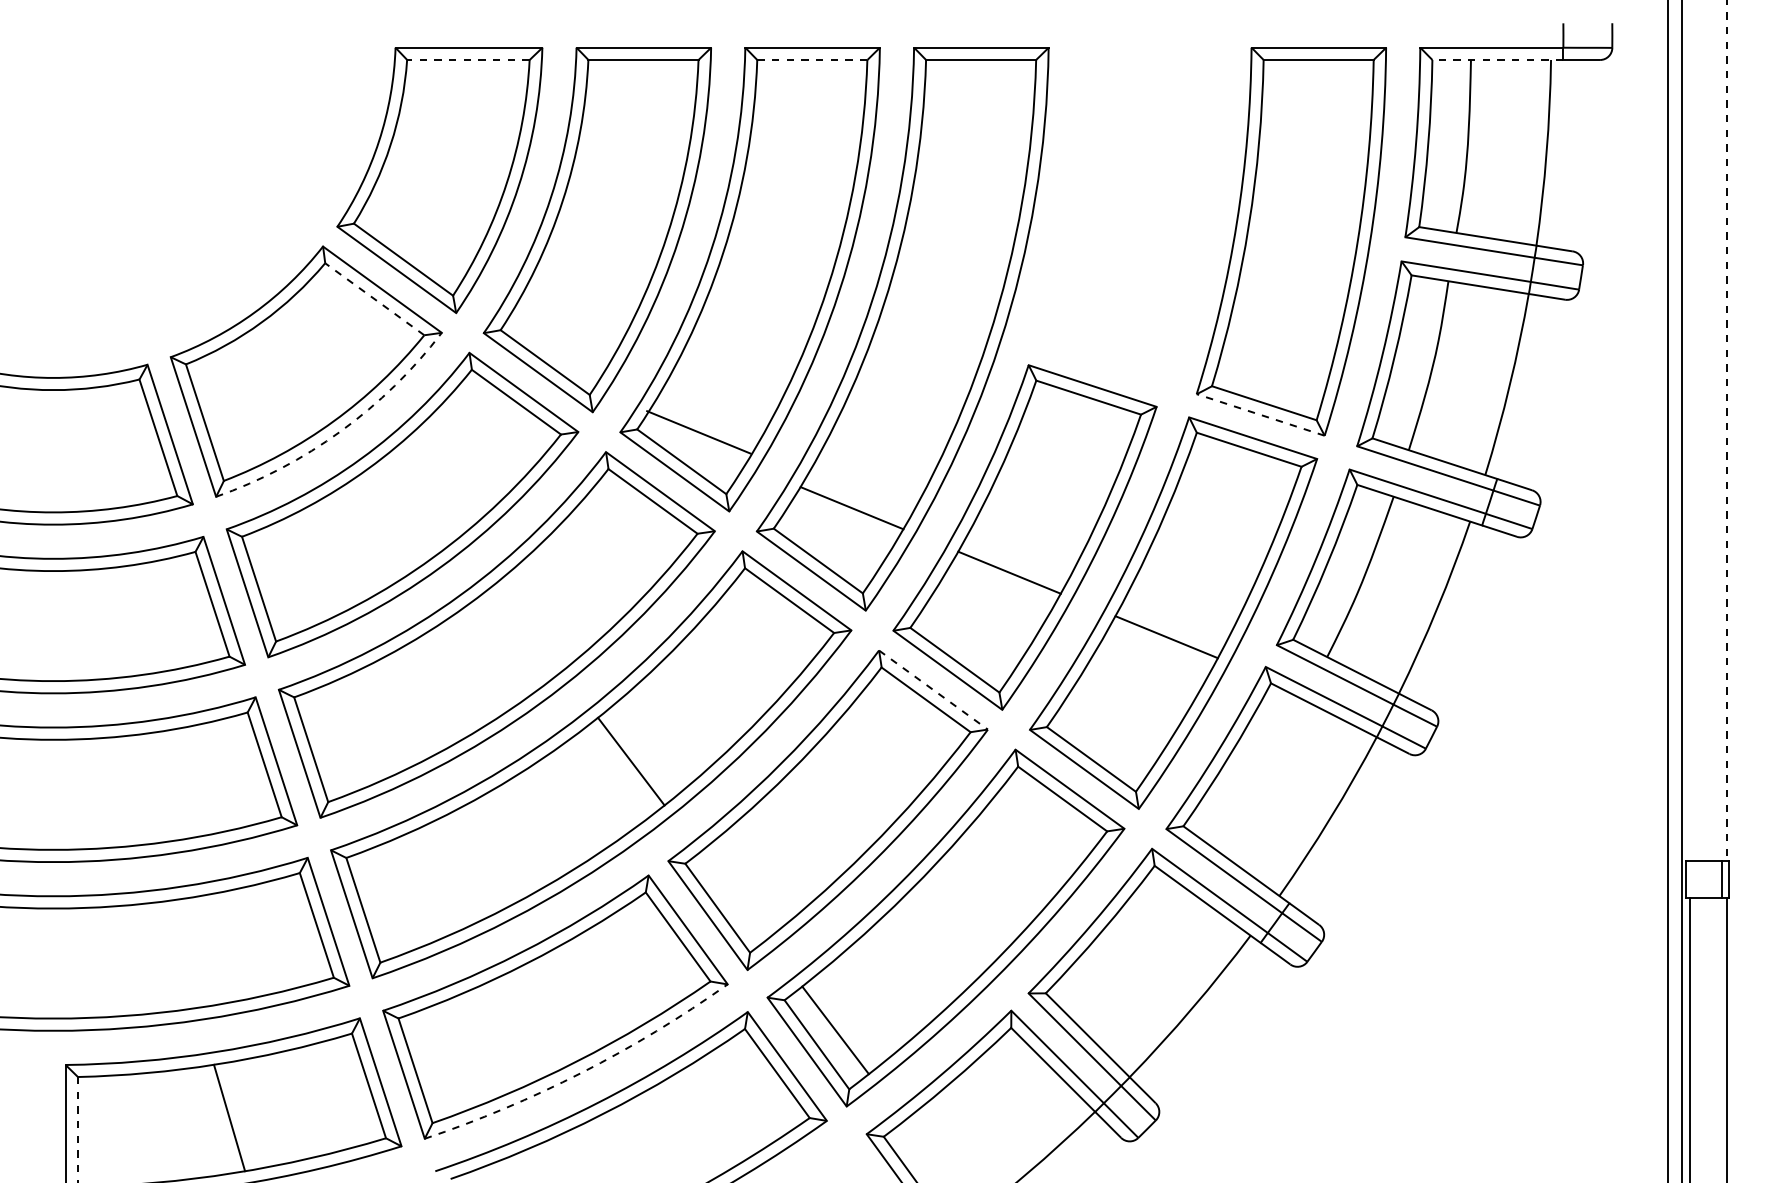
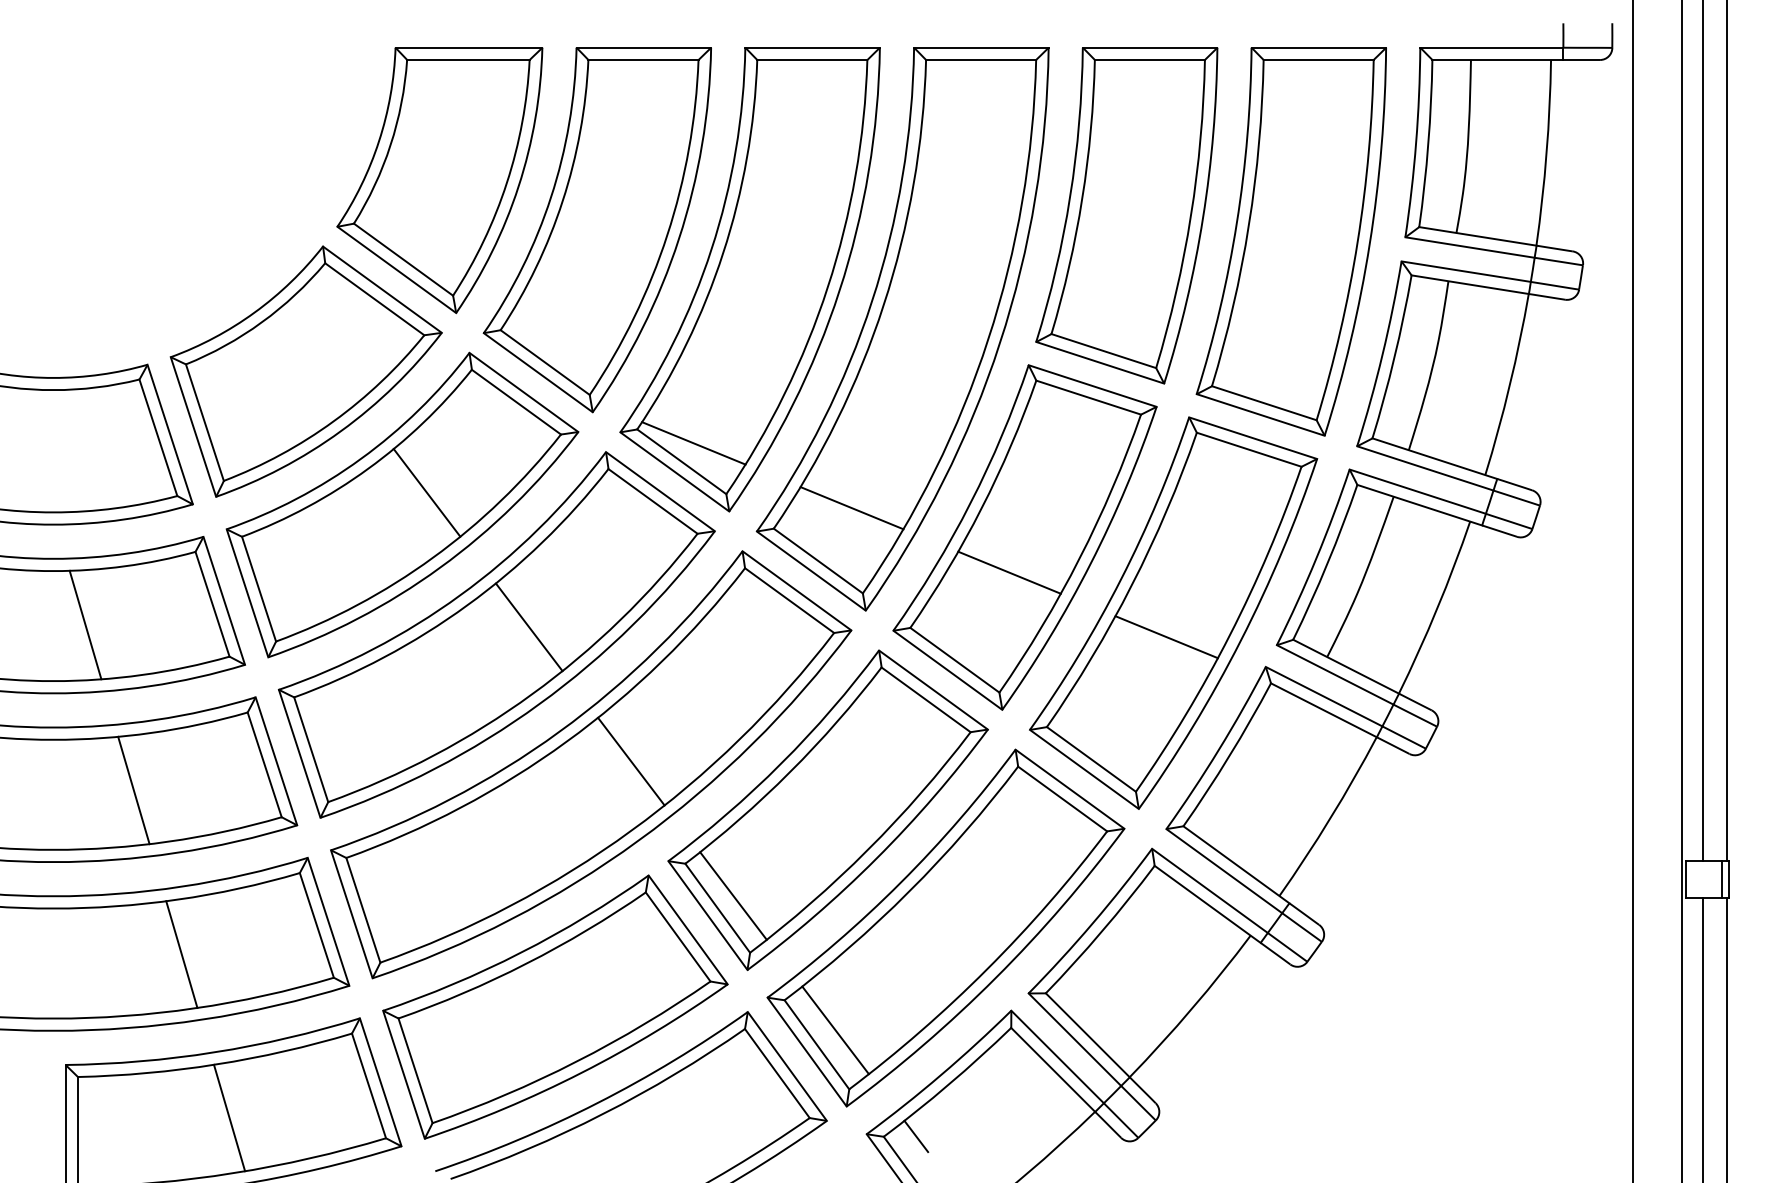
line at (467, 60): dashed -> solid
line at (811, 60): dashed -> solid
line at (1497, 60): dashed -> solid
part at (1126, 215): none -> present
line at (374, 298): dashed -> solid
line at (1260, 414): dashed -> solid
line at (1727, 430): dashed -> solid
arc at (340, 431): dashed -> solid
line at (1702, 431): none -> present
line at (698, 432) position: (698, 432) -> (693, 443)
line at (426, 492): none -> present
line at (1668, 590) position: (1668, 590) -> (1633, 590)
line at (85, 624): none -> present
line at (528, 627): none -> present
line at (933, 690): dashed -> solid
line at (133, 790): none -> present
line at (733, 895): none -> present
line at (181, 954): none -> present
line at (1689, 1038) position: (1689, 1038) -> (1702, 1038)
arc at (581, 1072): dashed -> solid
line at (77, 1129): dashed -> solid
line at (916, 1136): none -> present
